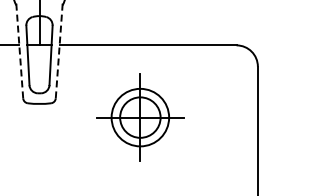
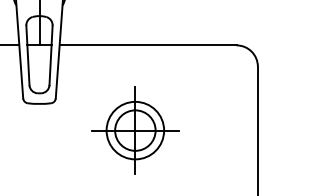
line at (19, 49): dashed -> solid
line at (59, 49): dashed -> solid
part at (140, 117) position: (140, 117) -> (135, 130)
